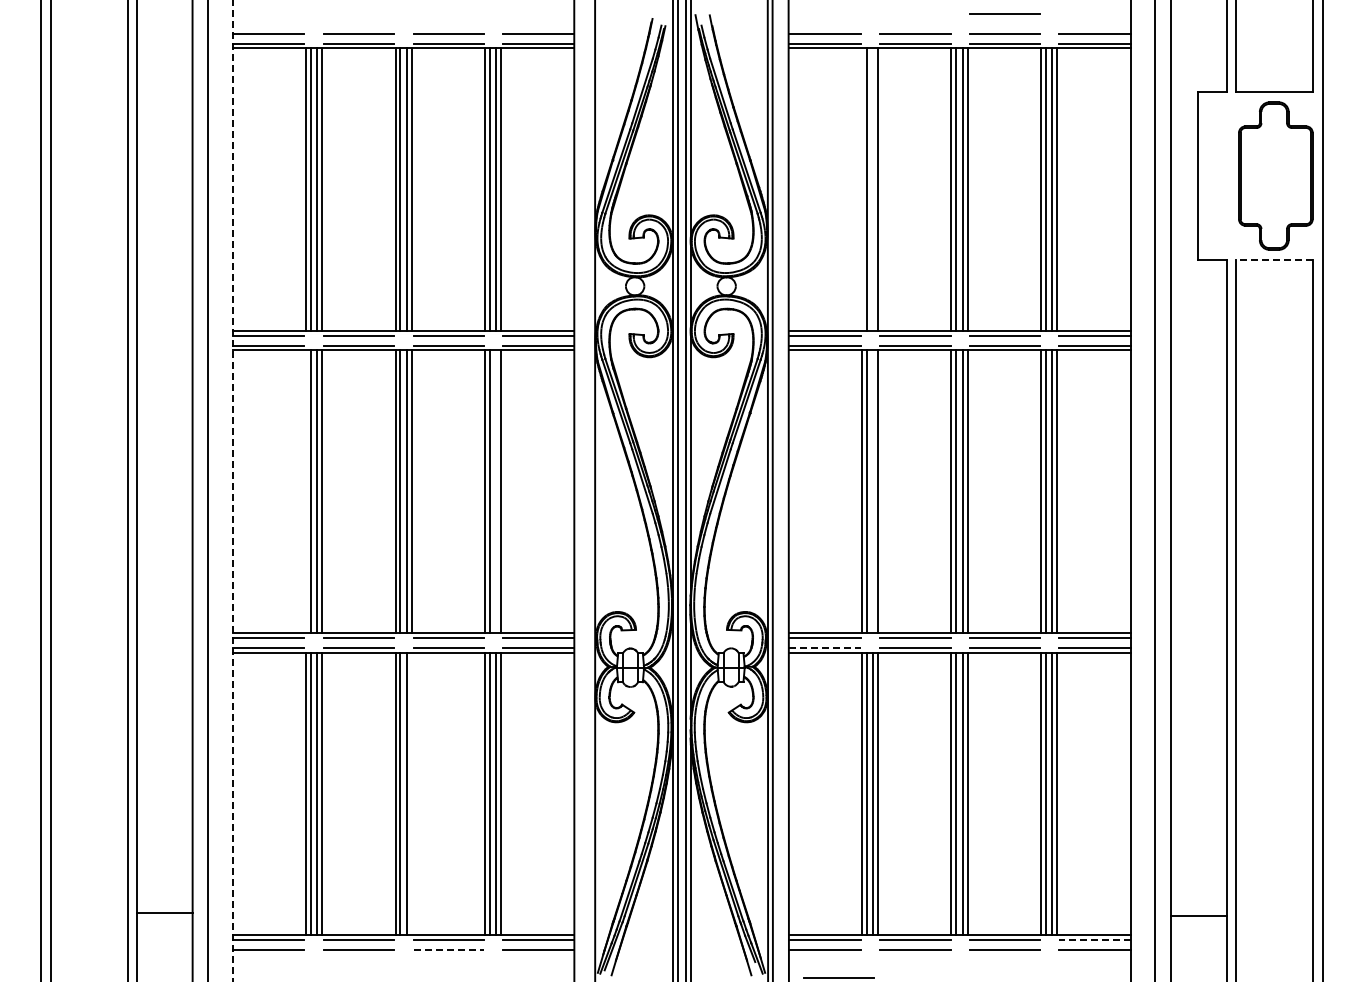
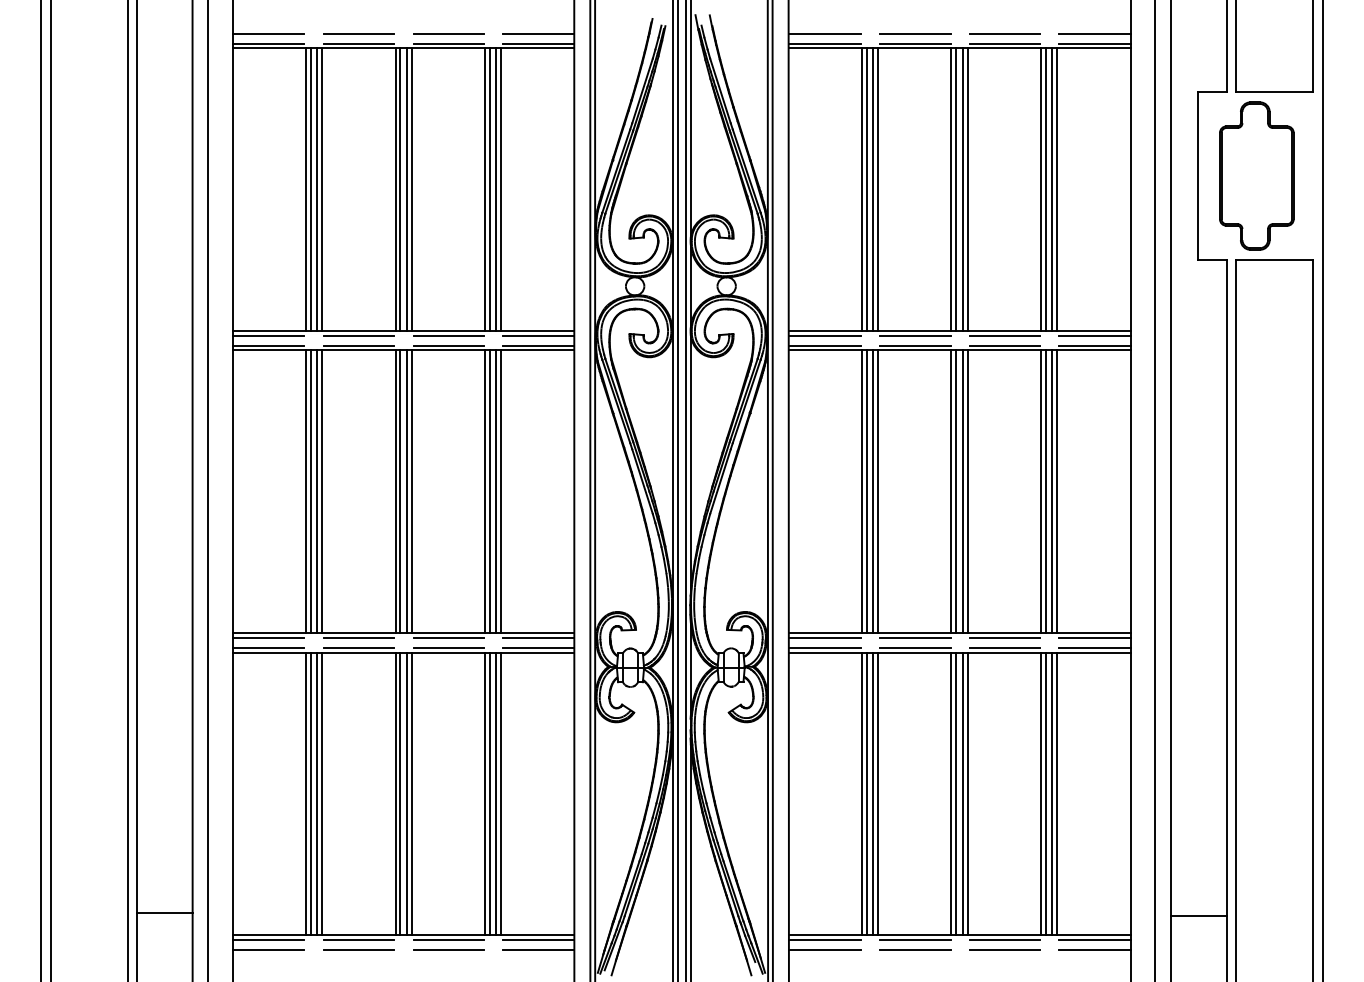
line at (1004, 13): present -> none
part at (1275, 175) position: (1275, 175) -> (1256, 175)
line at (862, 189): none -> present
line at (873, 189): none -> present
line at (1273, 260): dashed -> solid
line at (590, 490): none -> present
line at (233, 491): dashed -> solid
line at (306, 491): none -> present
line at (496, 491): none -> present
line at (873, 491): none -> present
line at (824, 647): dashed -> solid
line at (411, 793): none -> present
line at (1095, 940): dashed -> solid
line at (449, 949): dashed -> solid
line at (838, 977): present -> none
